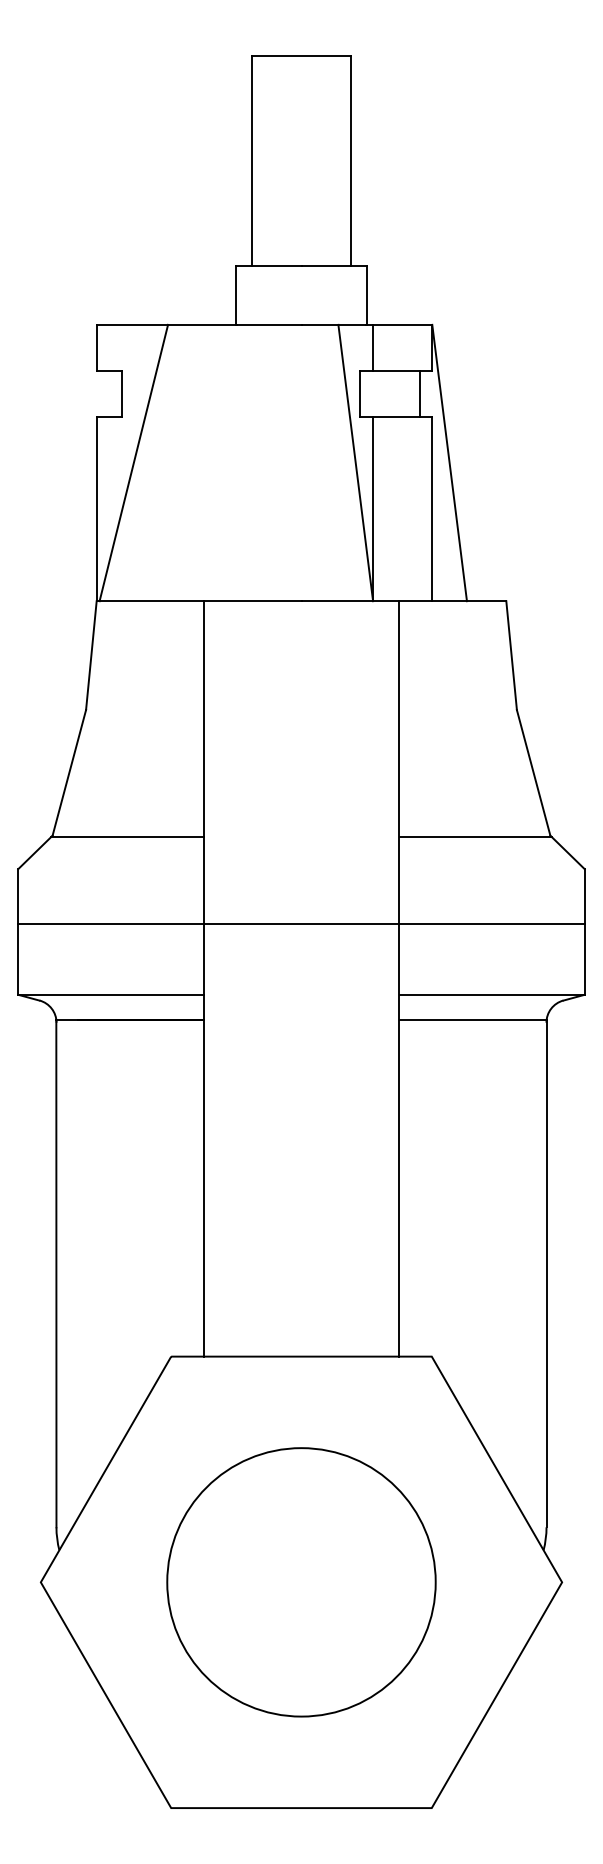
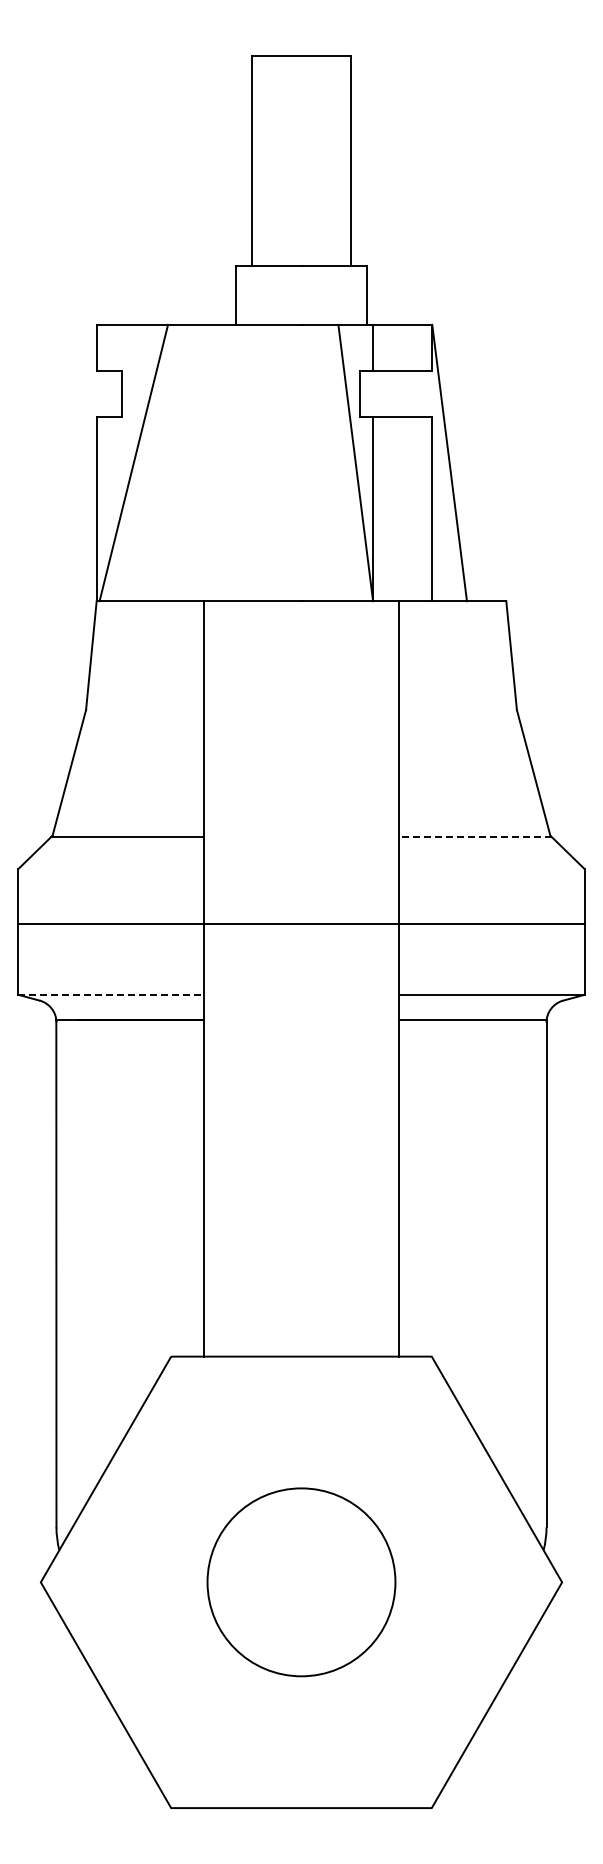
line at (419, 393): present -> none
line at (475, 837): solid -> dashed
line at (111, 994): solid -> dashed
circle at (301, 1582) diameter: 268 px -> 188 px
